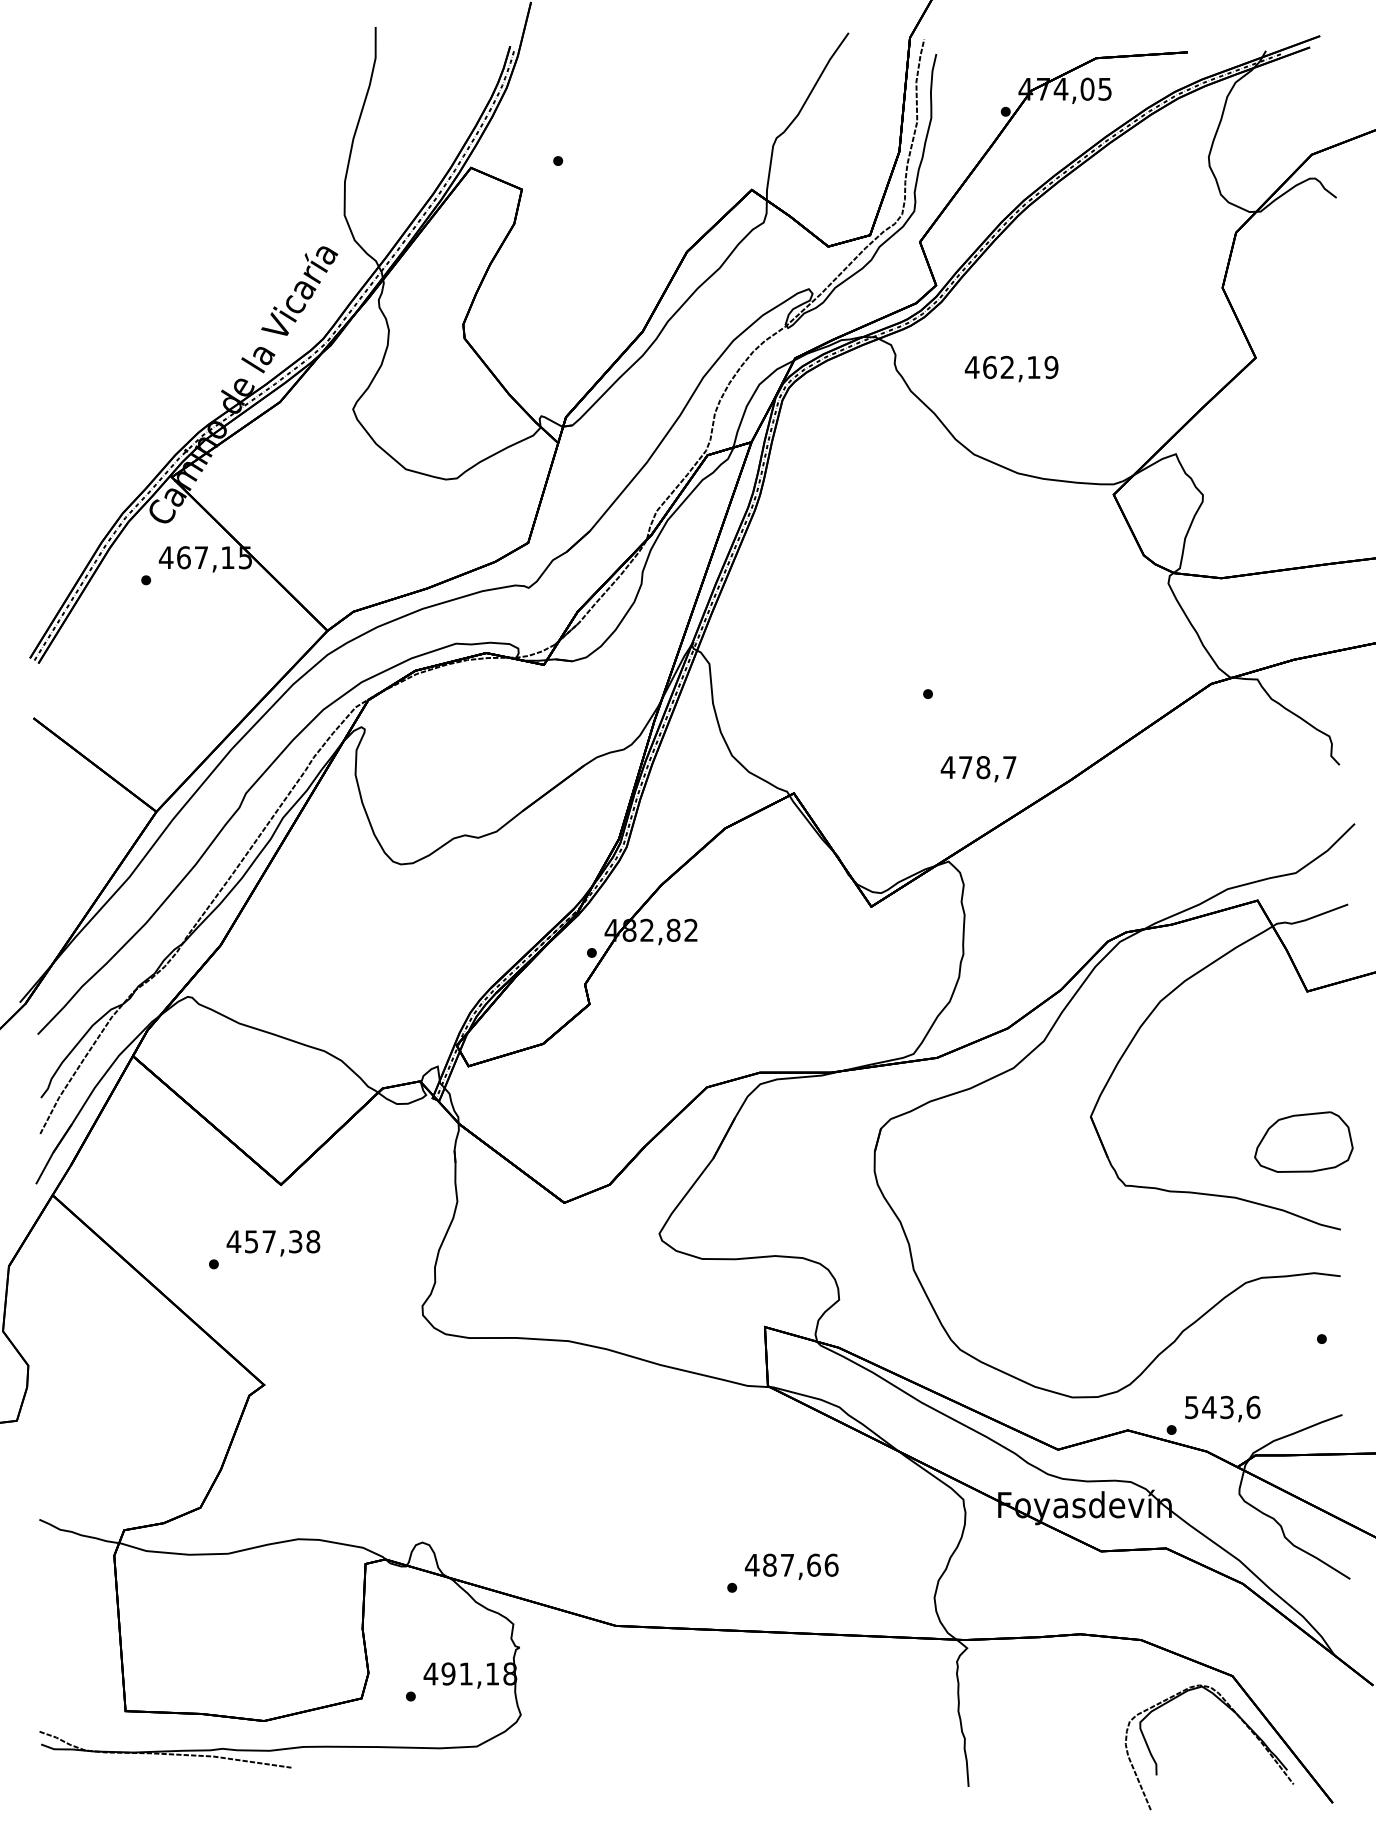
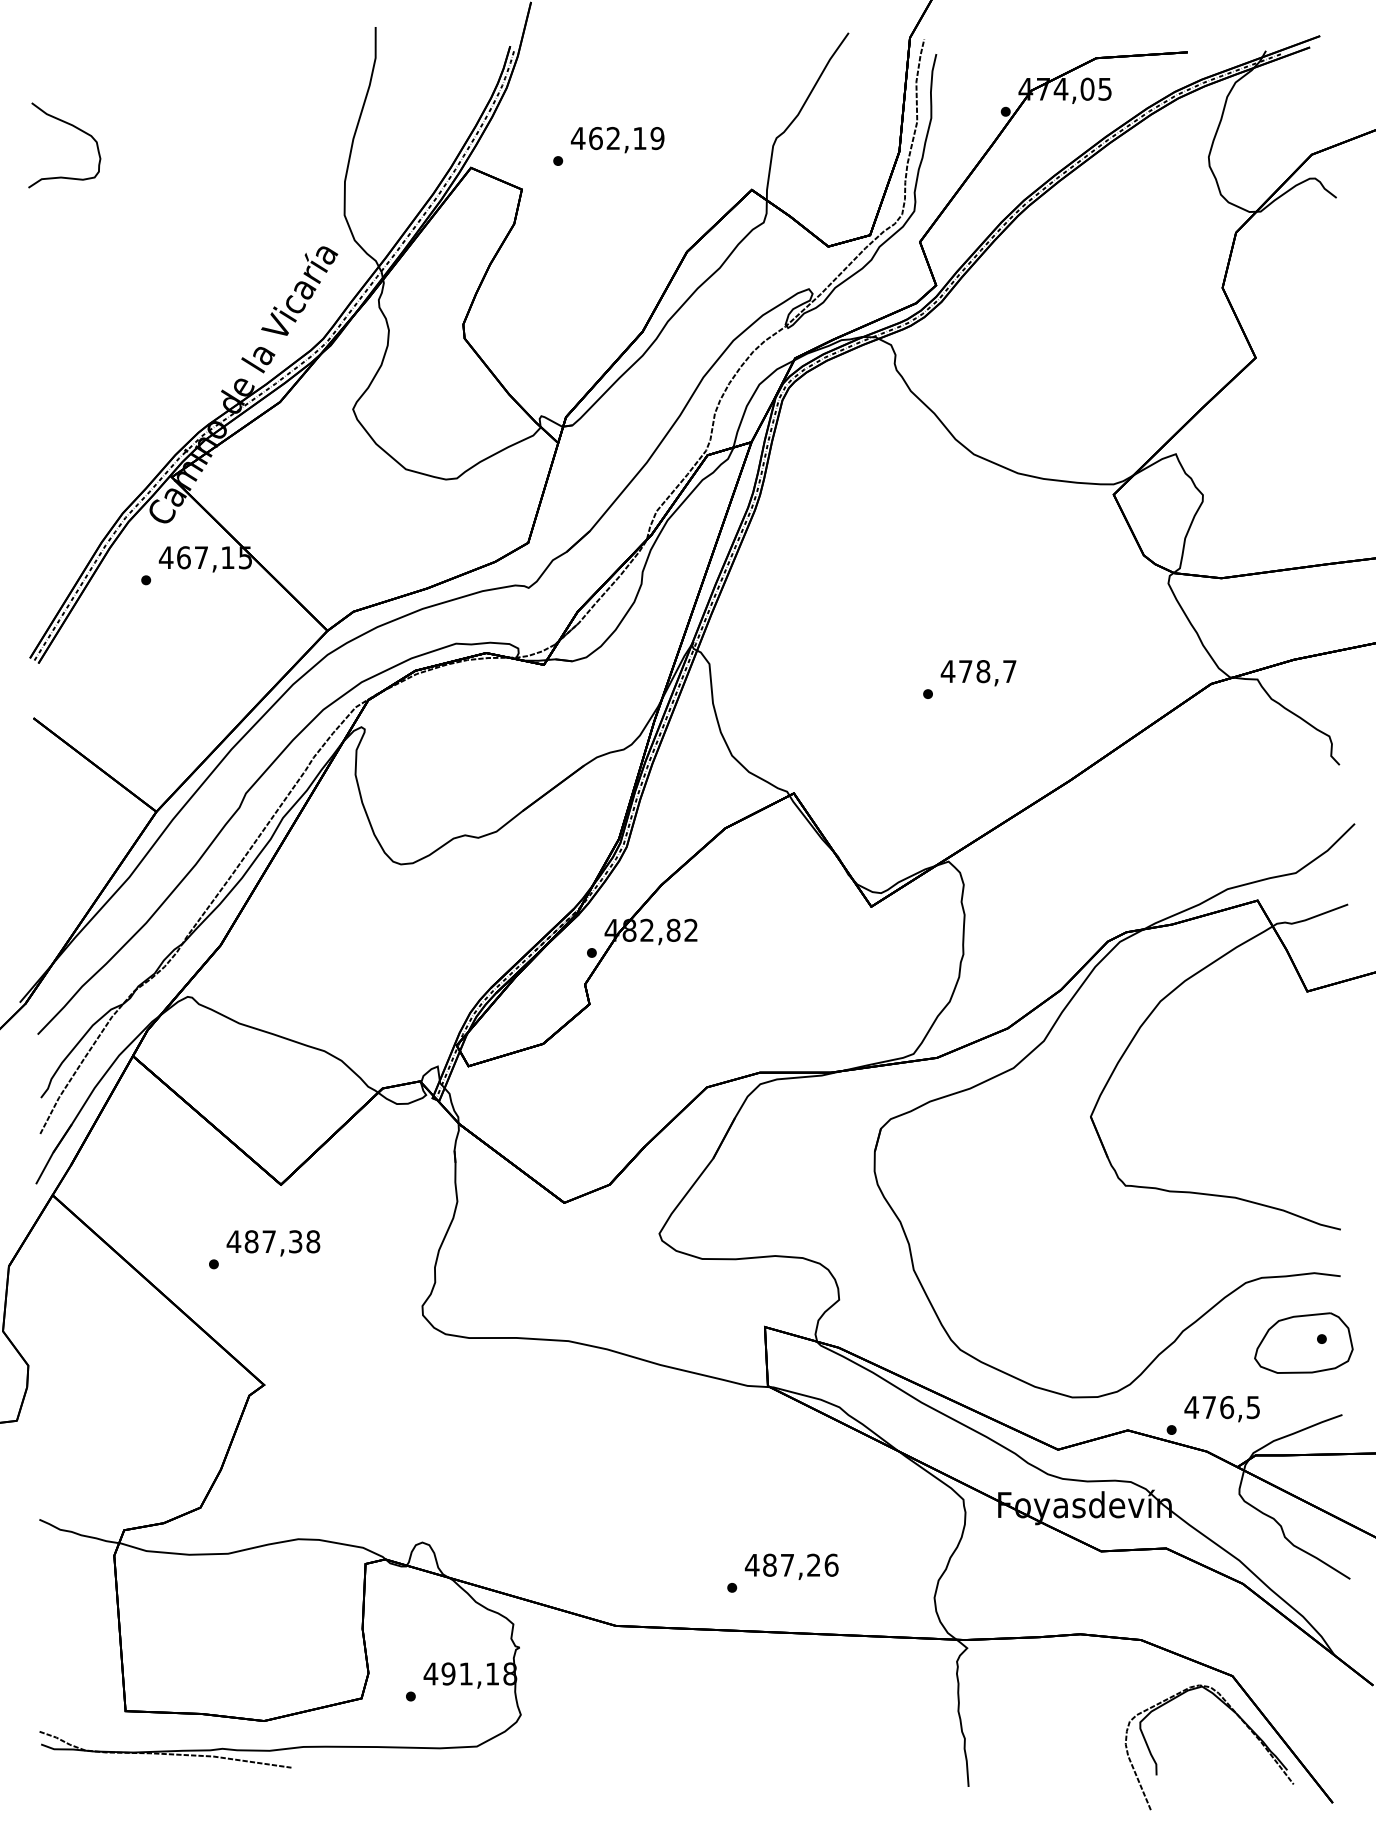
curve at (75, 128): none -> present
text at (1011, 369) position: (1011, 369) -> (617, 140)
text at (978, 769) position: (978, 769) -> (978, 673)
part at (1303, 1141) position: (1303, 1141) -> (1303, 1342)
text at (251, 1241): 457,38 -> 487,38
text at (1222, 1407): 543,6 -> 476,5
text at (813, 1564): 487,66 -> 487,26
